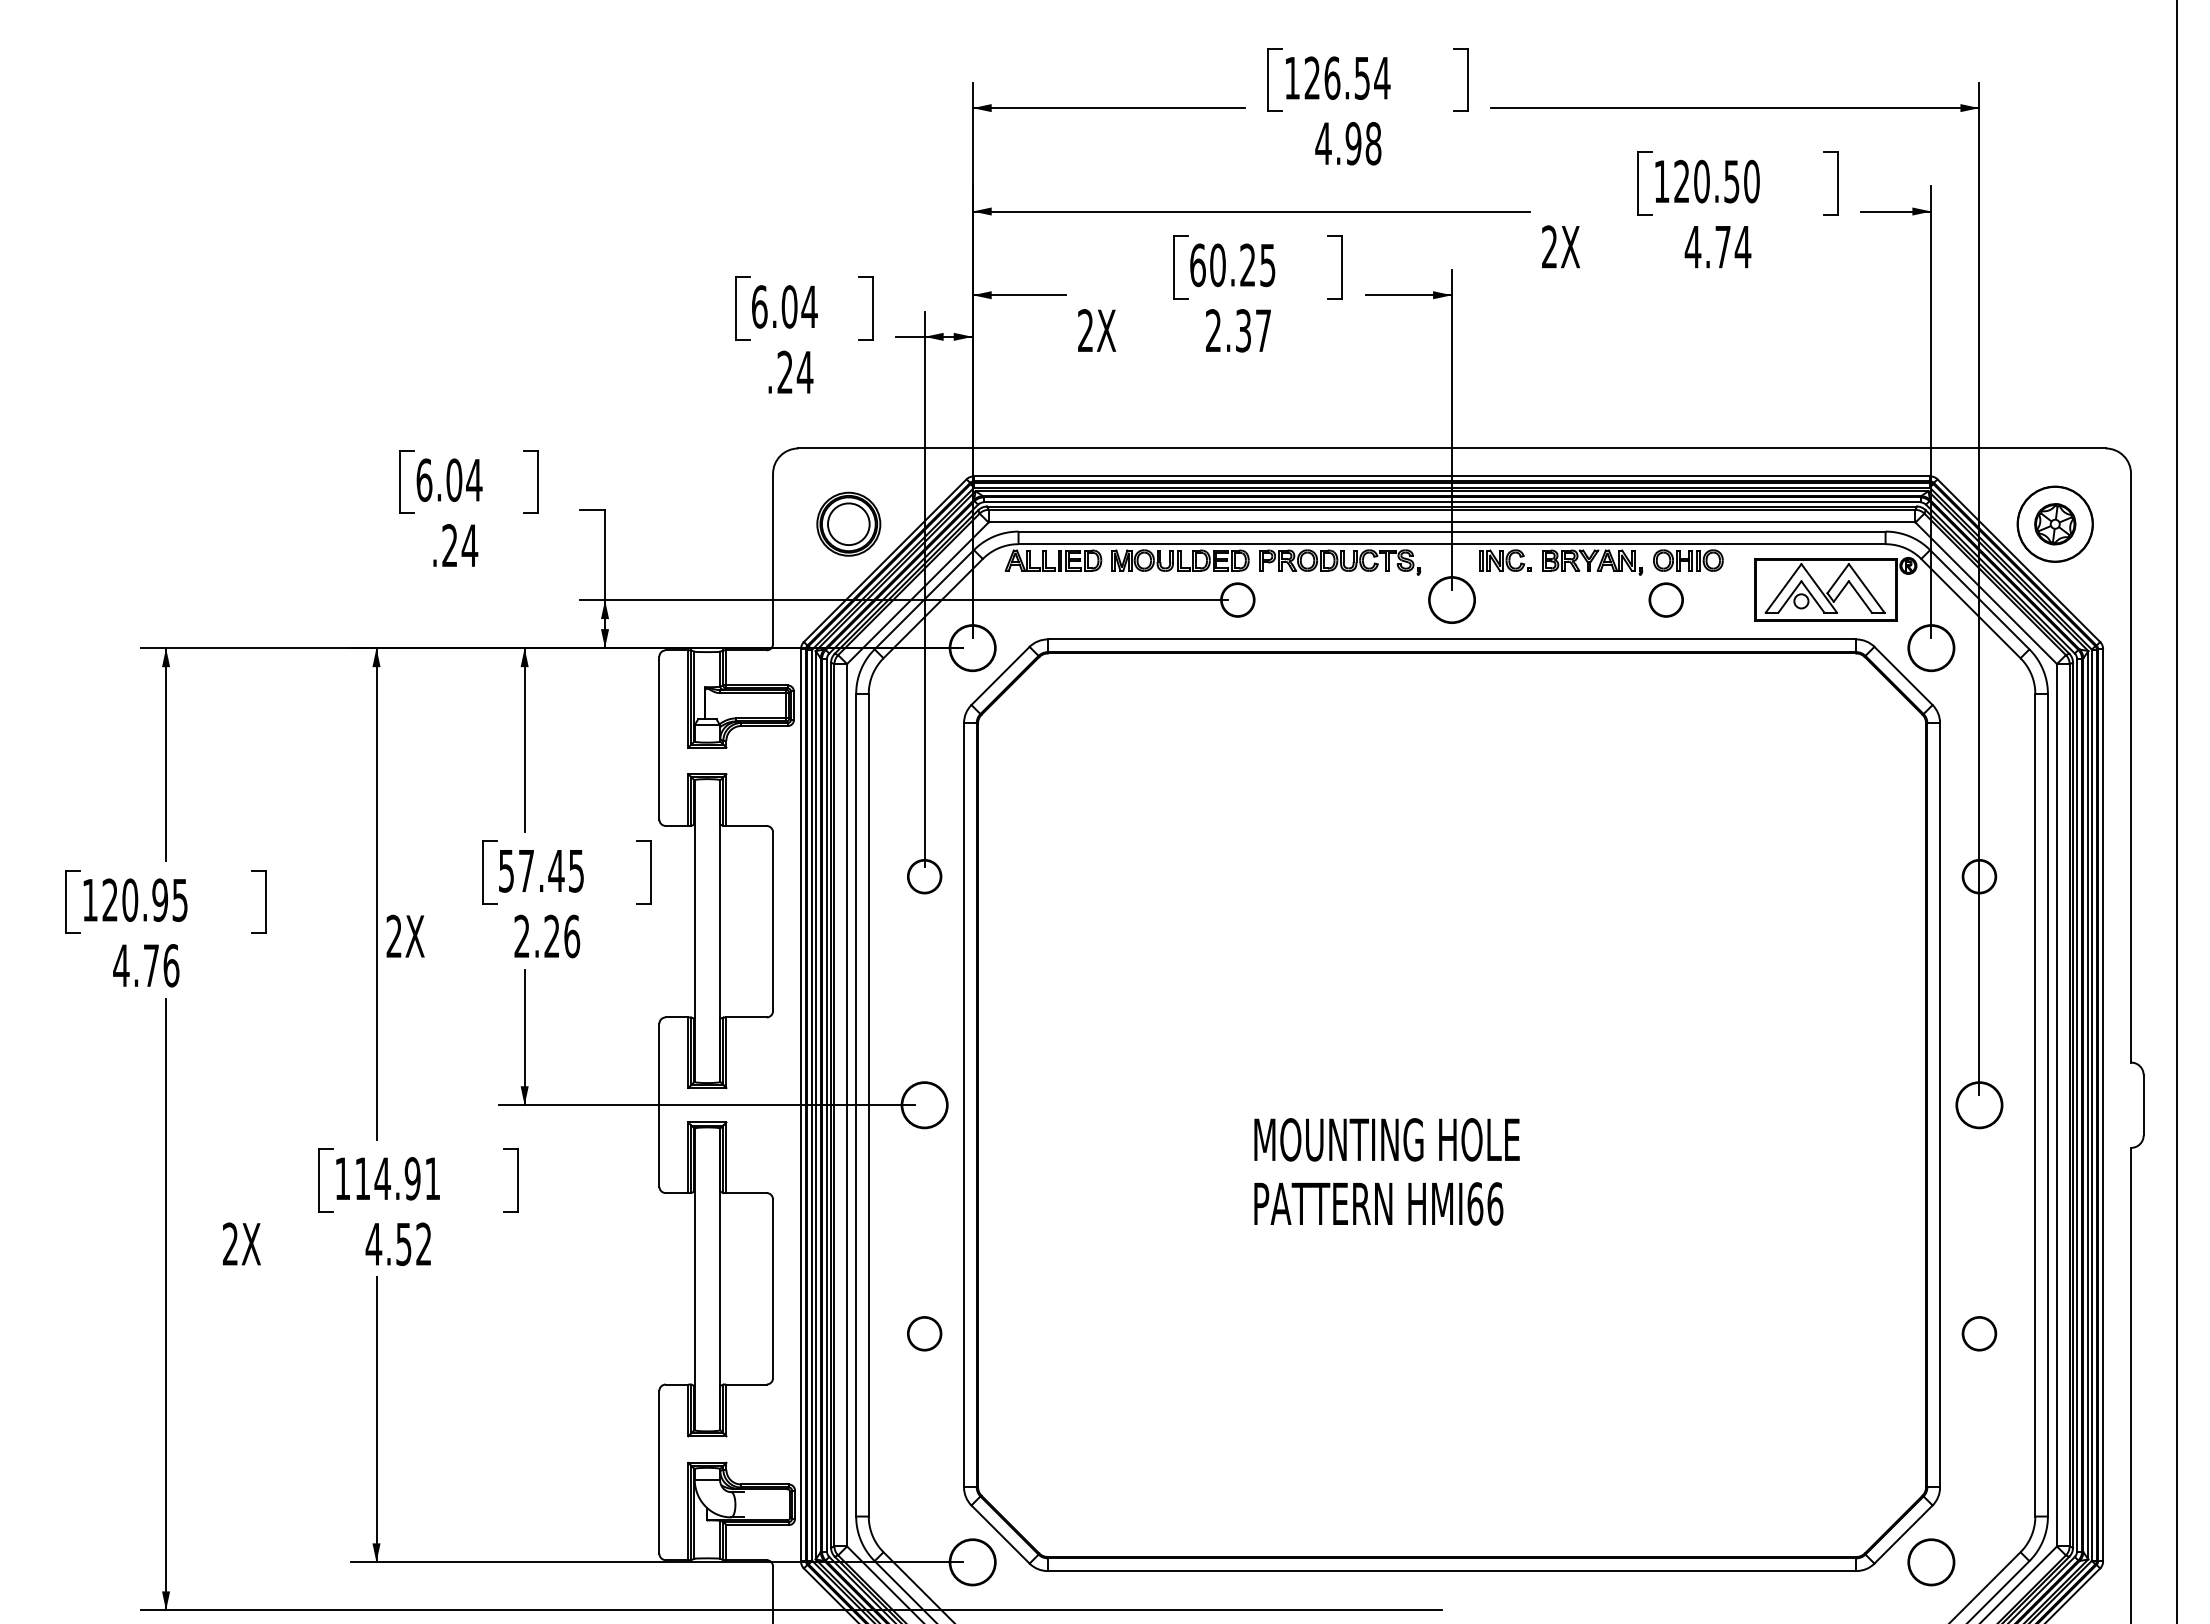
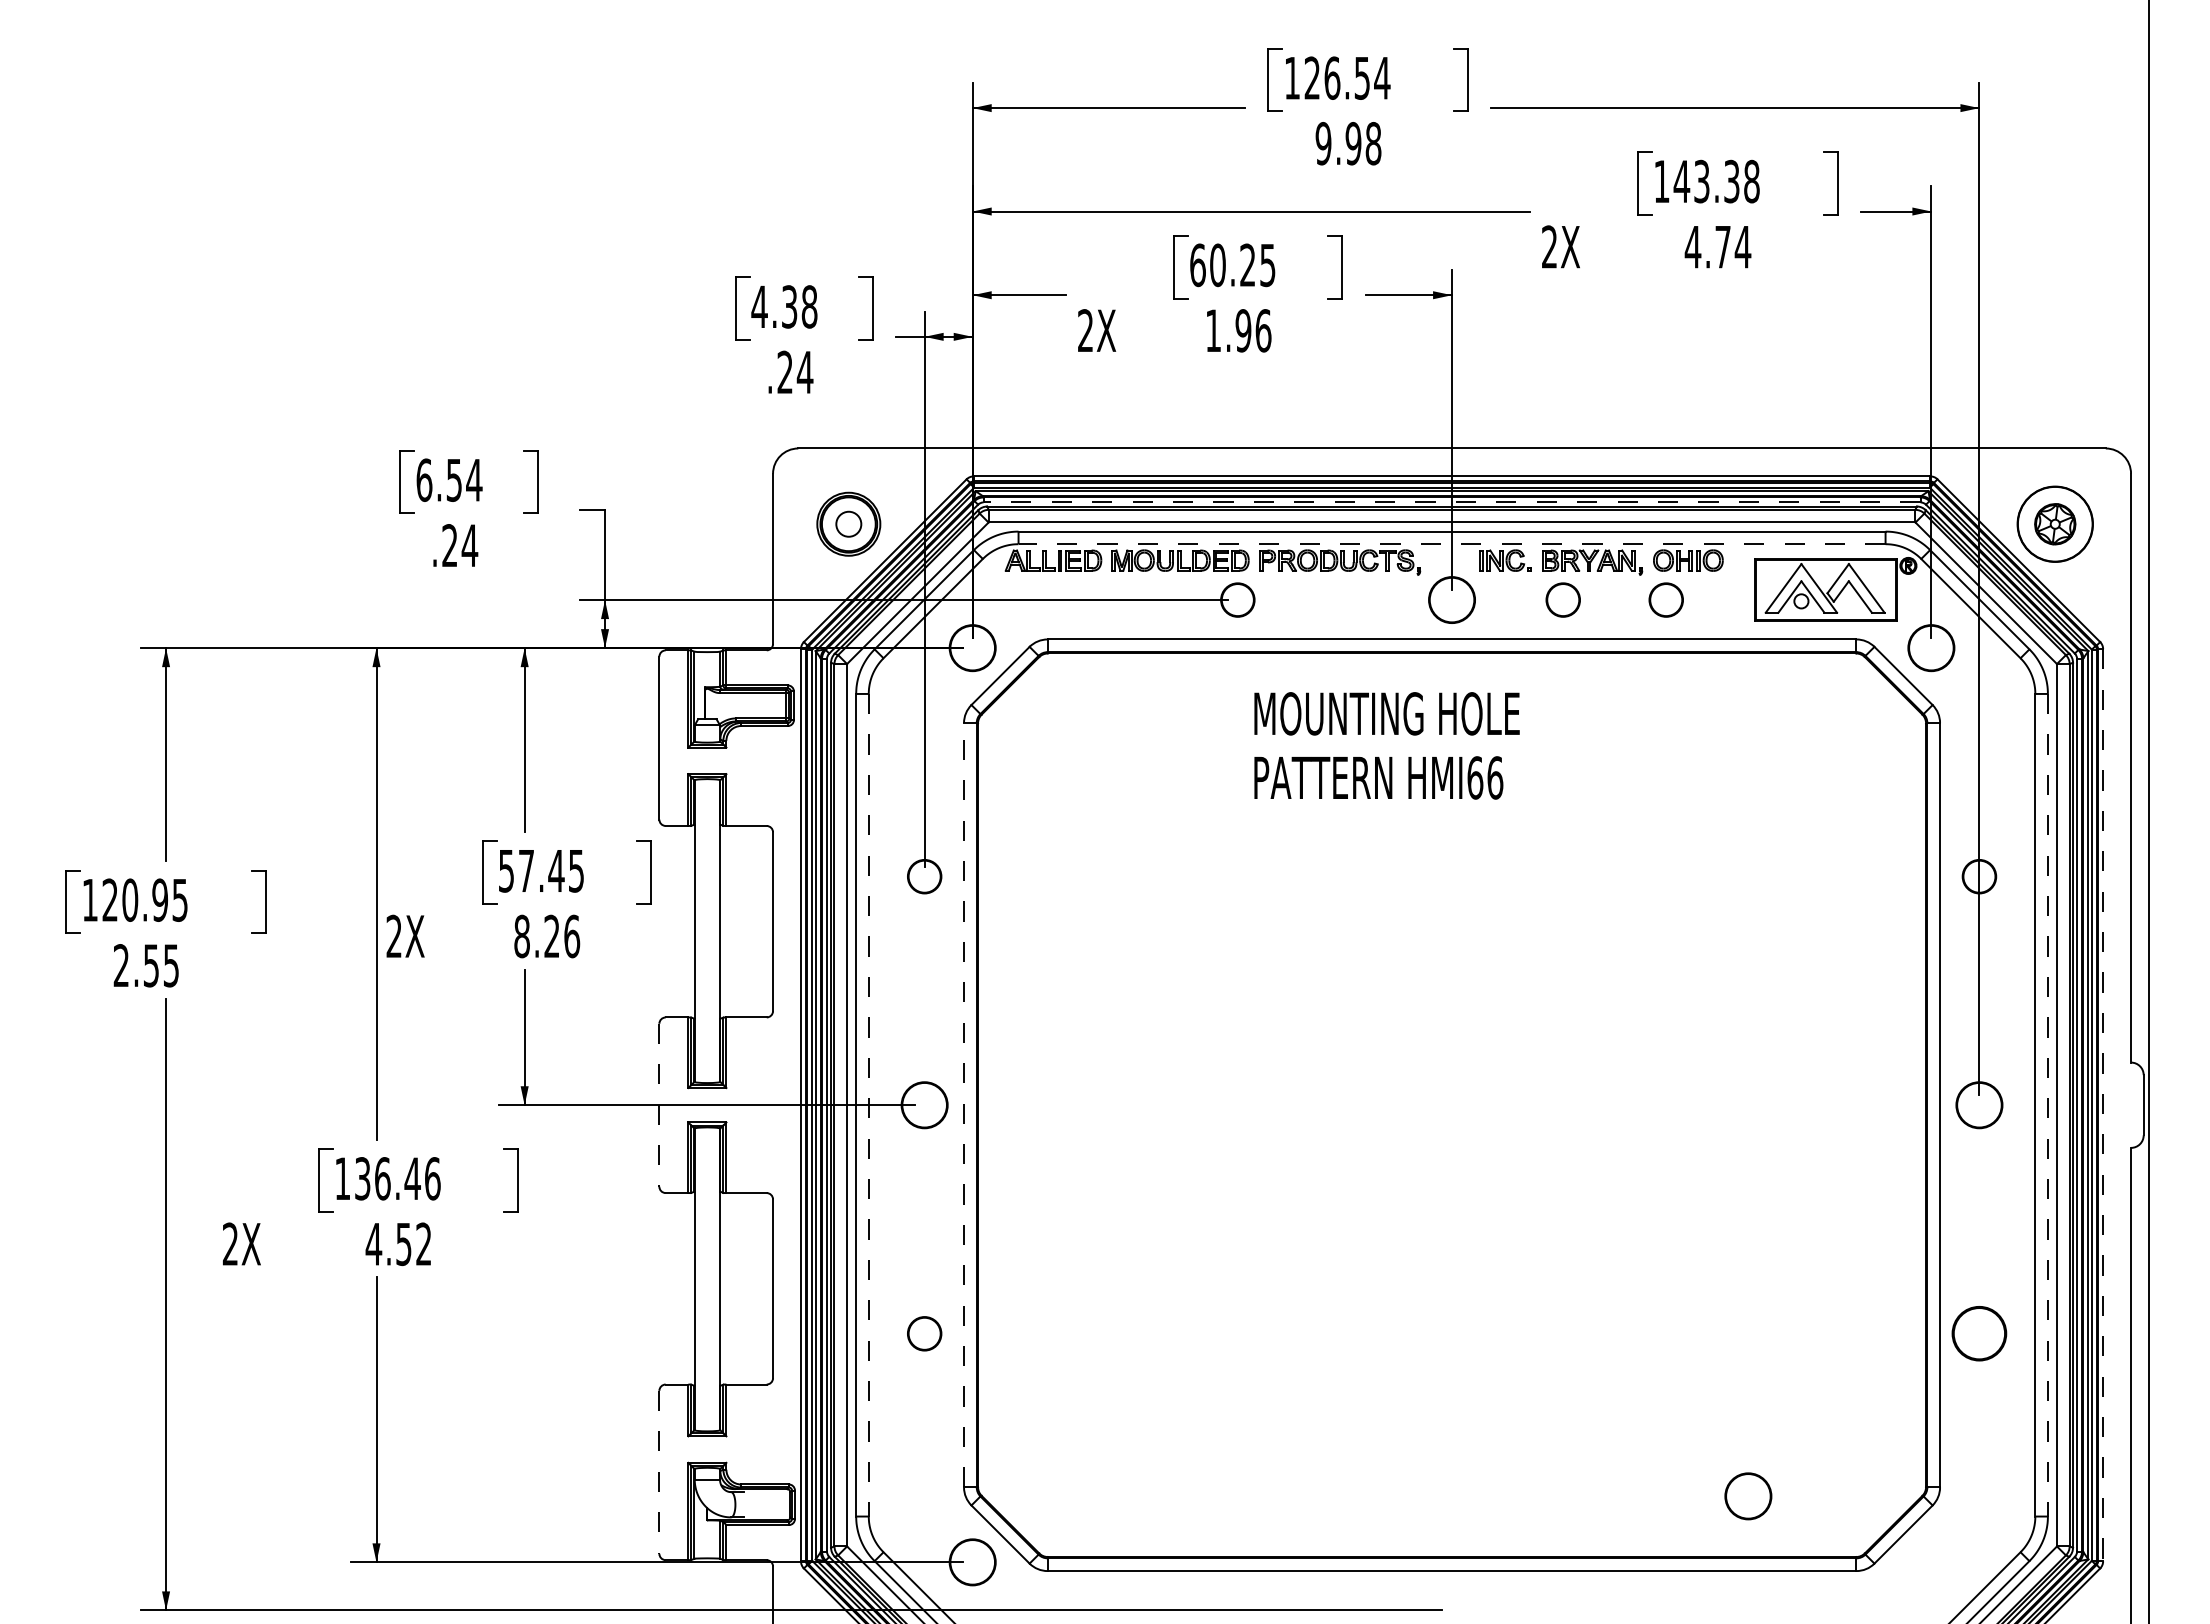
text at (1323, 143): 4.98 -> 9.98
text at (1716, 181): 120.50 -> 143.38
text at (784, 306): 6.04 -> 4.38
text at (1238, 330): 2.37 -> 1.96
text at (454, 479): 6.04 -> 6.54
line at (1452, 502): solid -> dashed
circle at (848, 524) diameter: 42 px -> 25 px
line at (1452, 544): solid -> dashed
circle at (1562, 599): none -> present
line at (2176, 811) position: (2176, 811) -> (2148, 811)
text at (521, 936): 2.26 -> 8.26
text at (146, 965): 4.76 -> 2.55
line at (964, 1104): solid -> dashed
line at (659, 1105): solid -> dashed
line at (868, 1105): solid -> dashed
line at (2047, 1105): solid -> dashed
line at (2103, 1105): solid -> dashed
text at (1386, 1171) position: (1386, 1171) -> (1386, 745)
text at (397, 1178): 114.91 -> 136.46
part at (1979, 1333) size: 37x36 px -> 57x56 px
line at (659, 1472): solid -> dashed
circle at (1931, 1562) position: (1931, 1562) -> (1748, 1496)
